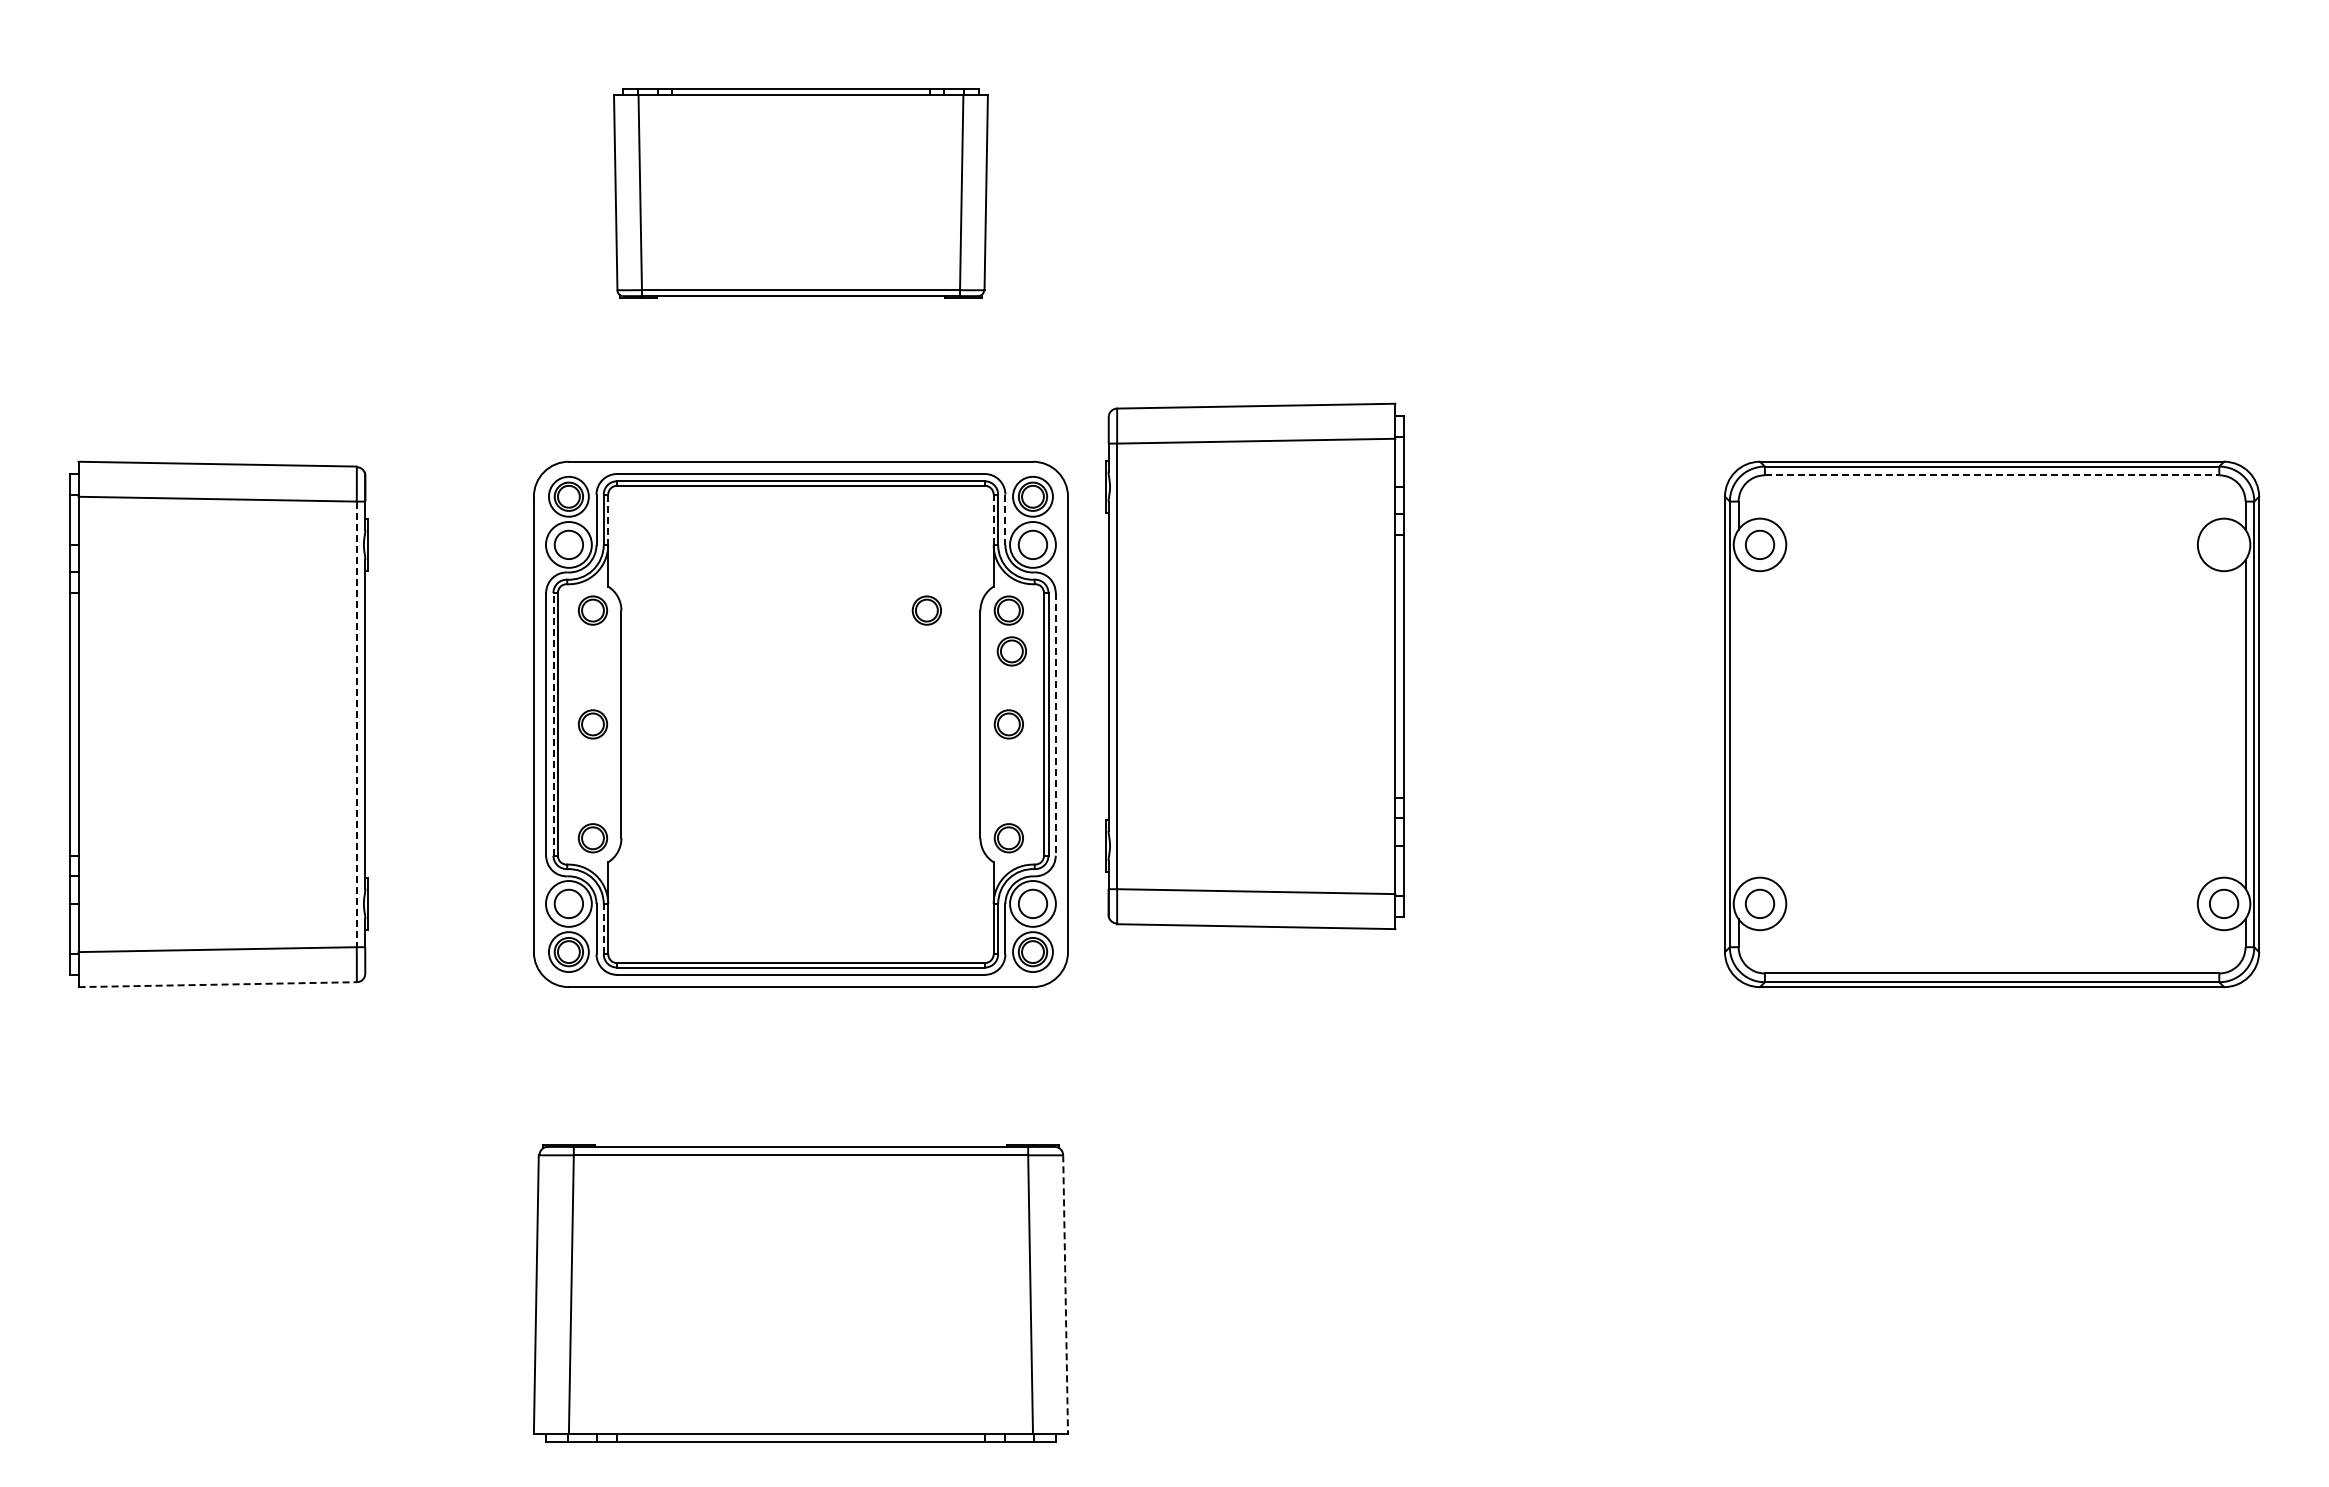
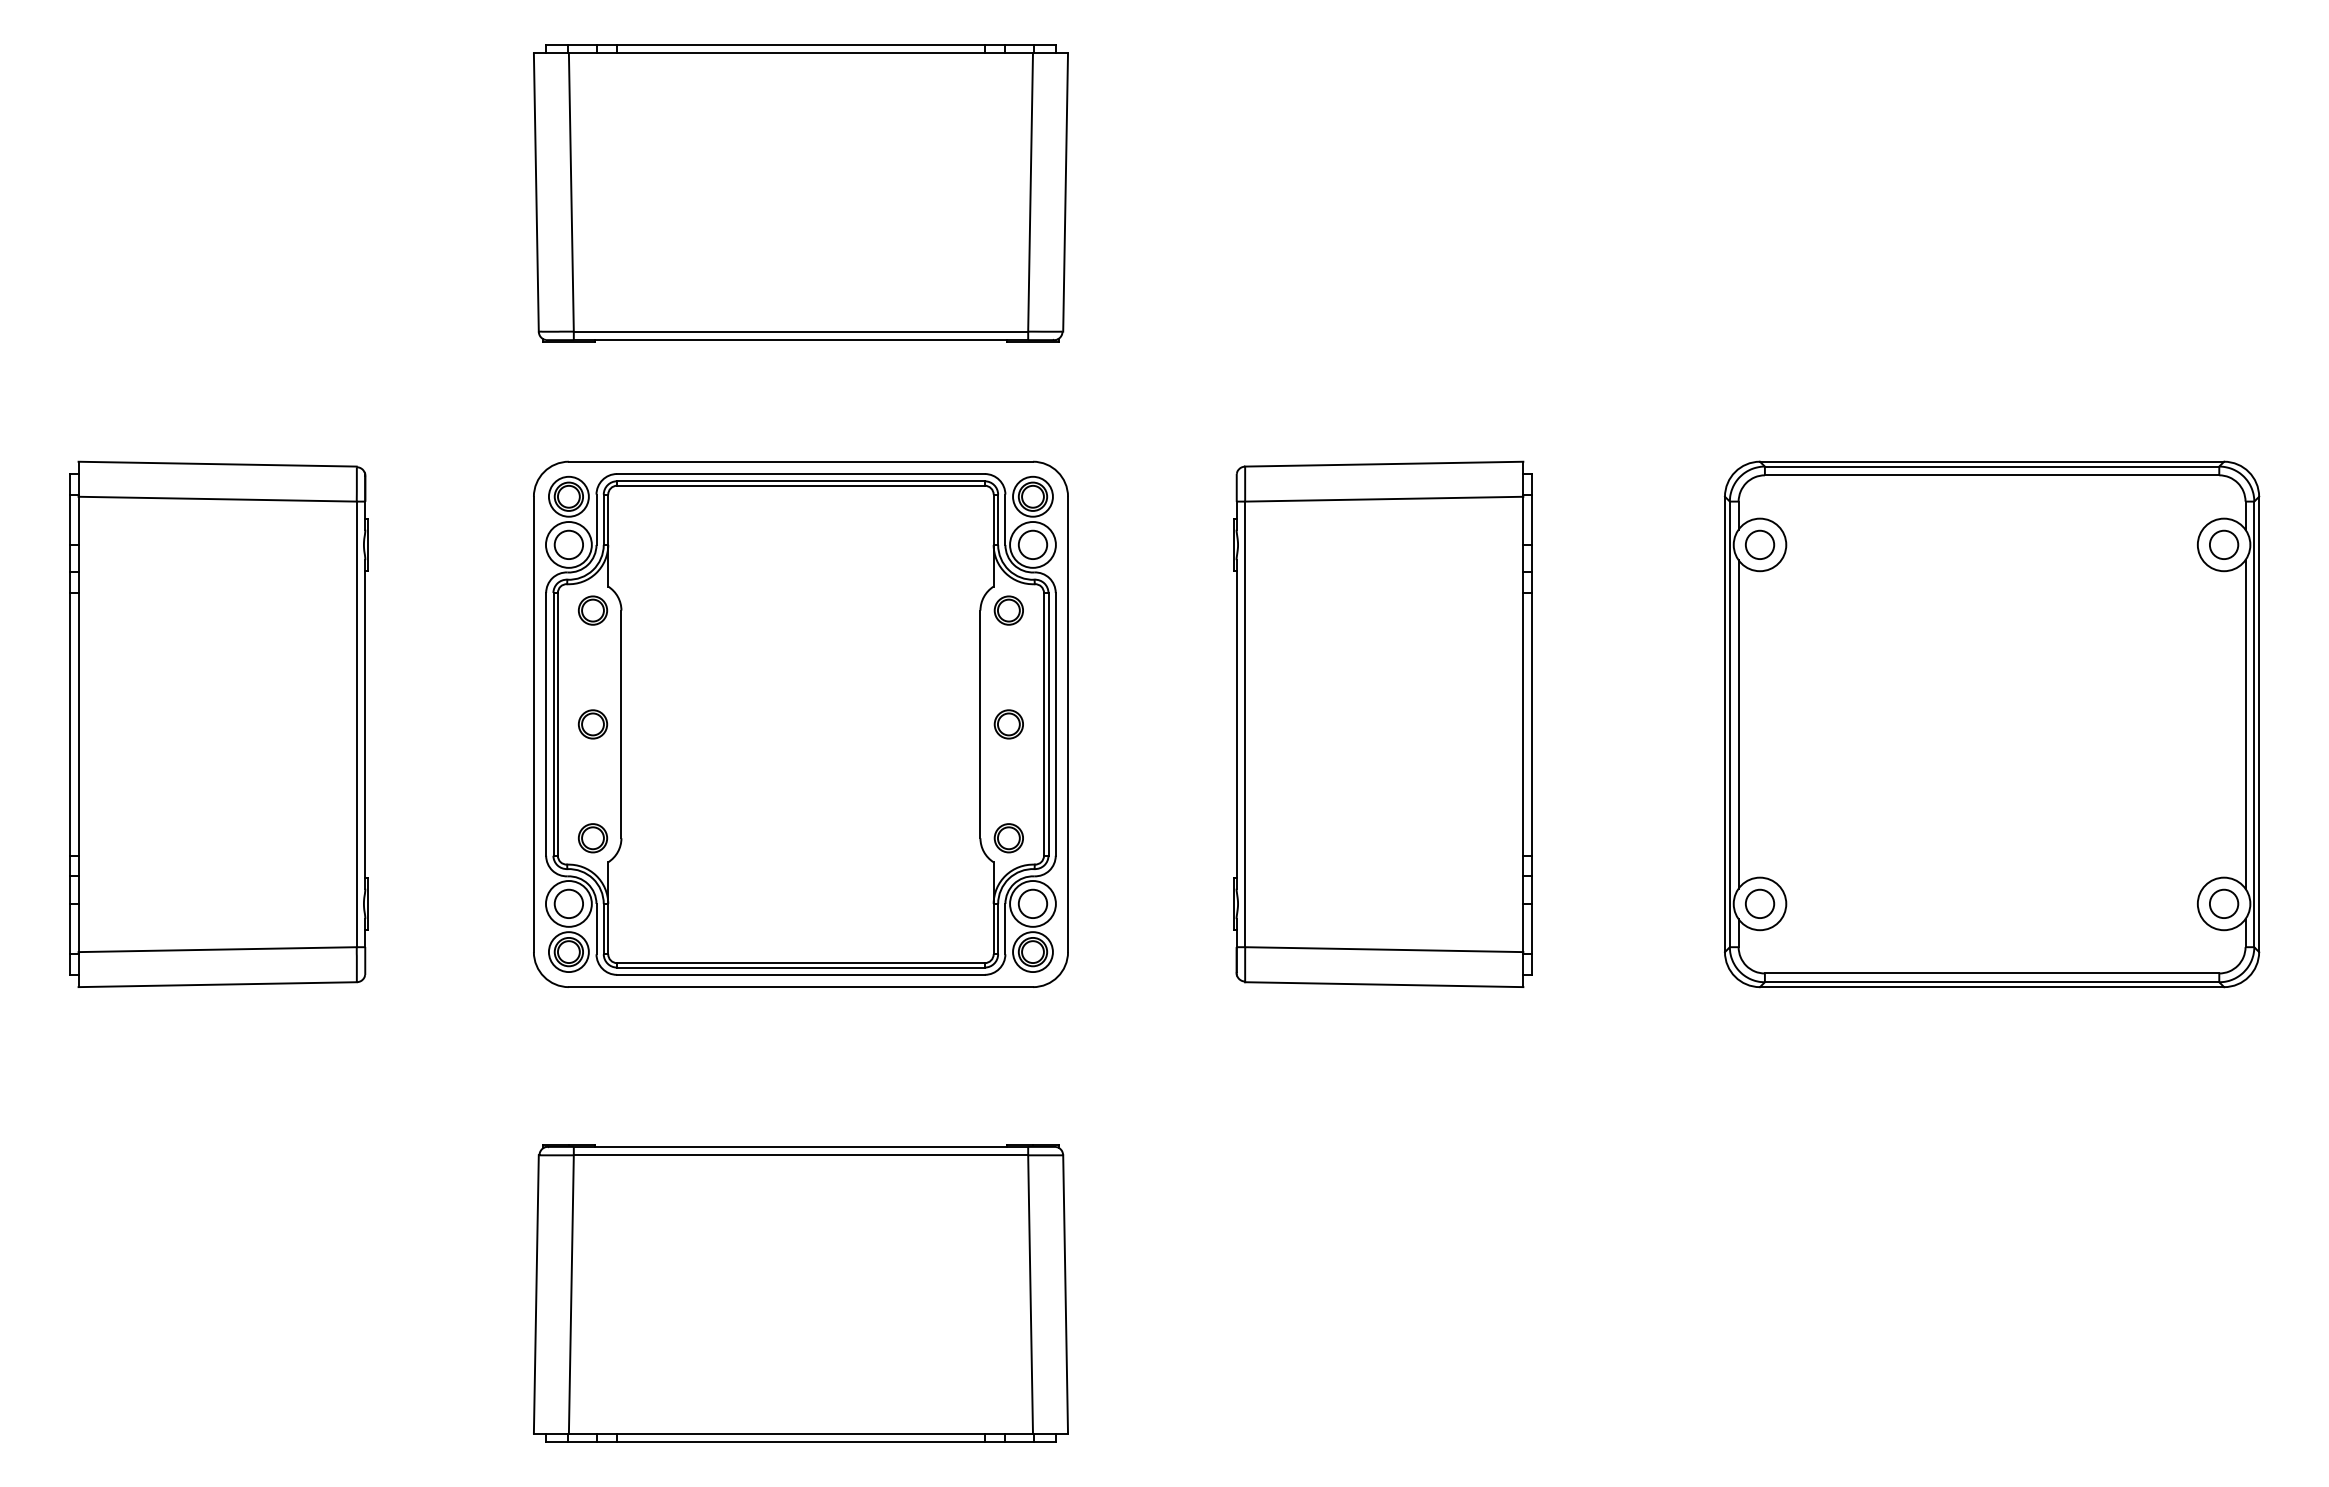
part at (800, 193) size: 376x211 px -> 536x299 px
line at (1992, 475): dashed -> solid
line at (993, 519): dashed -> solid
line at (608, 520): dashed -> solid
line at (1005, 520): dashed -> solid
circle at (2224, 544): none -> present
part at (926, 610): present -> none
part at (1011, 651): present -> none
part at (1254, 665) position: (1254, 665) -> (1382, 723)
line at (553, 723): dashed -> solid
line at (356, 724): dashed -> solid
line at (1055, 724): dashed -> solid
line at (1738, 724): none -> present
line at (603, 928): dashed -> solid
line at (218, 984): dashed -> solid
line at (1065, 1294): dashed -> solid
